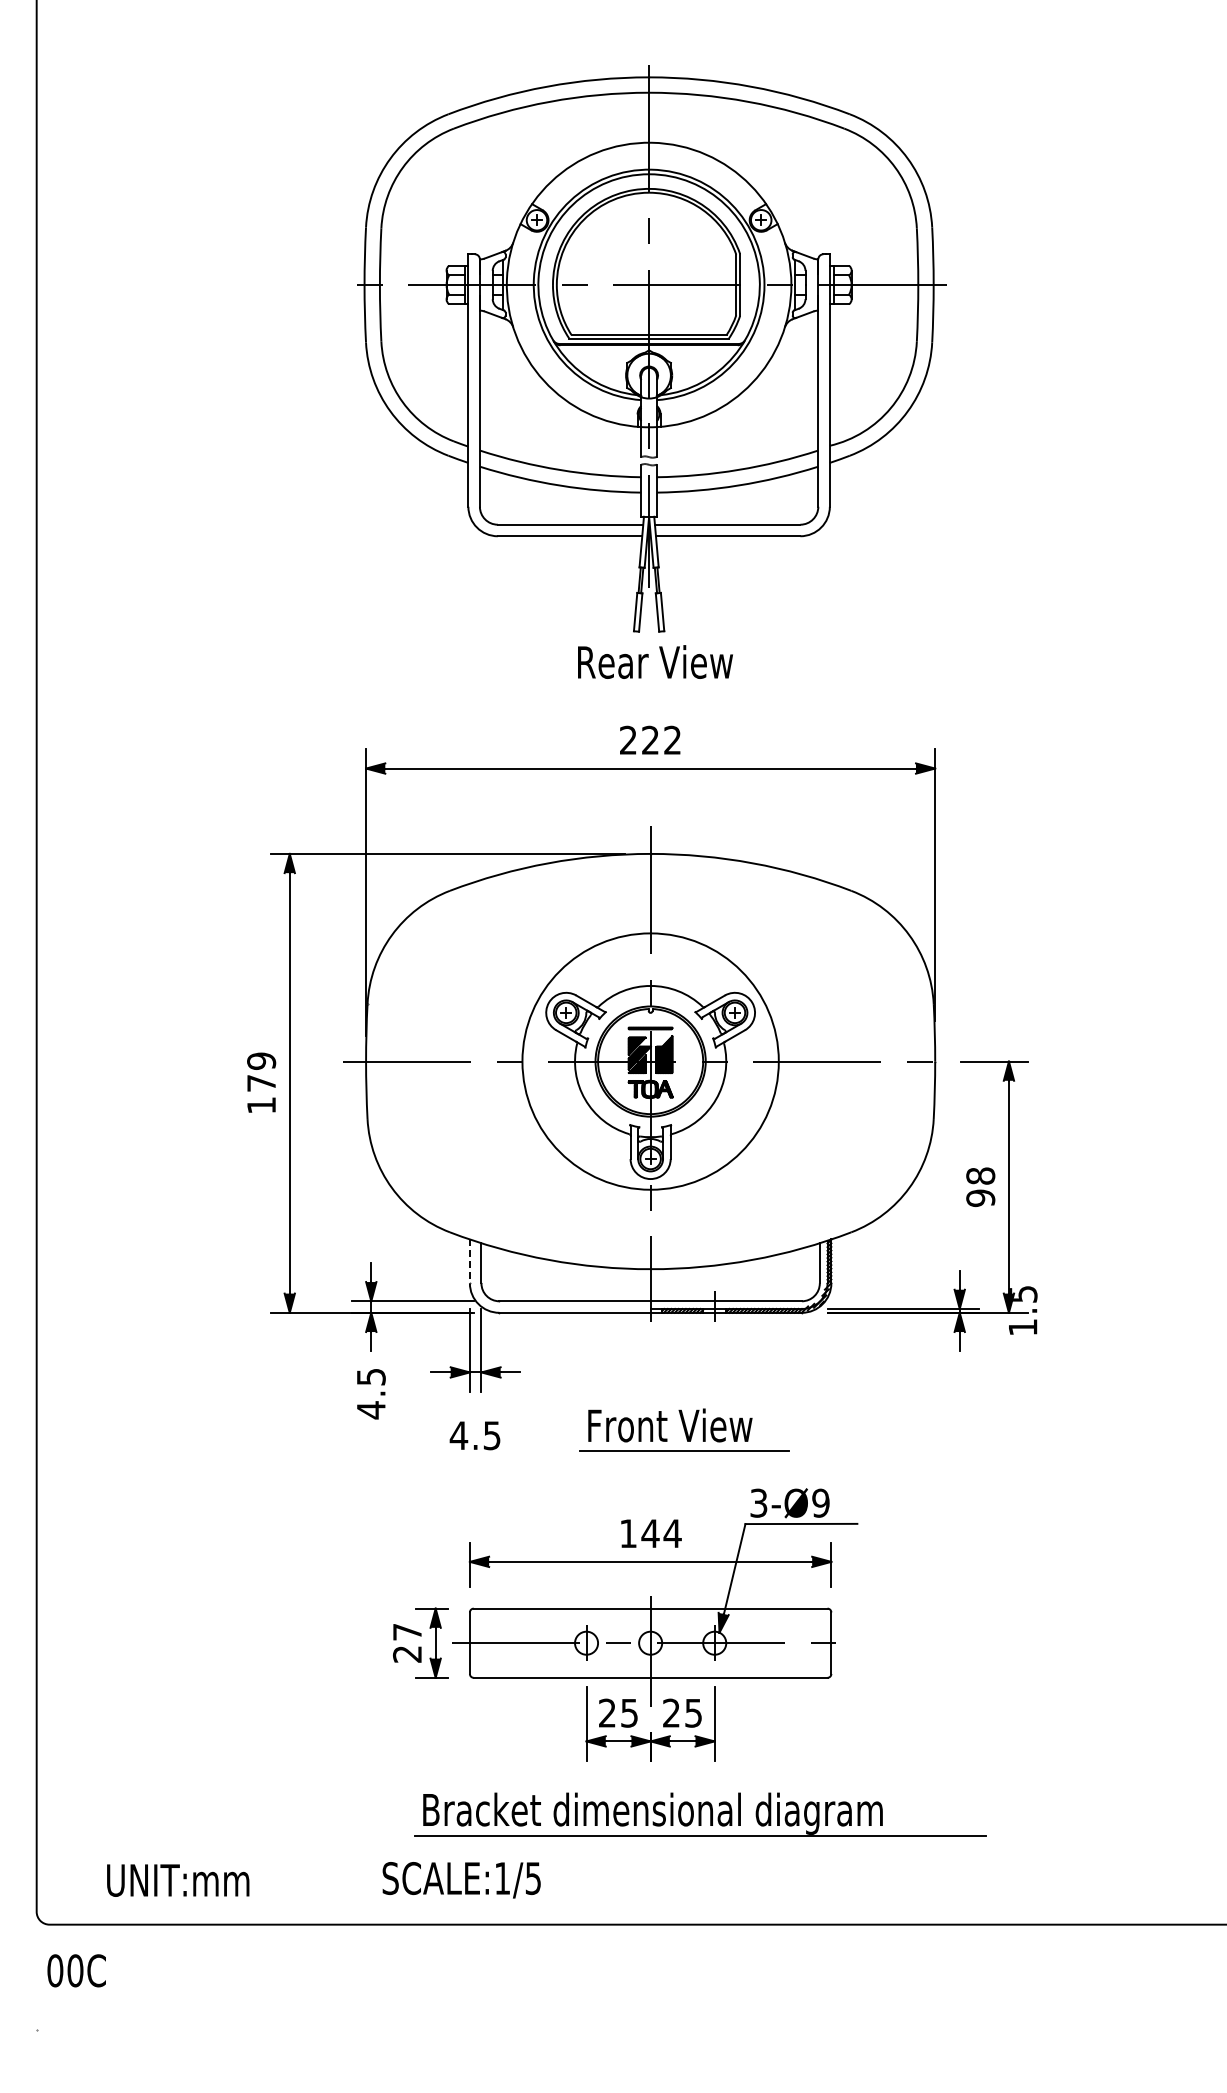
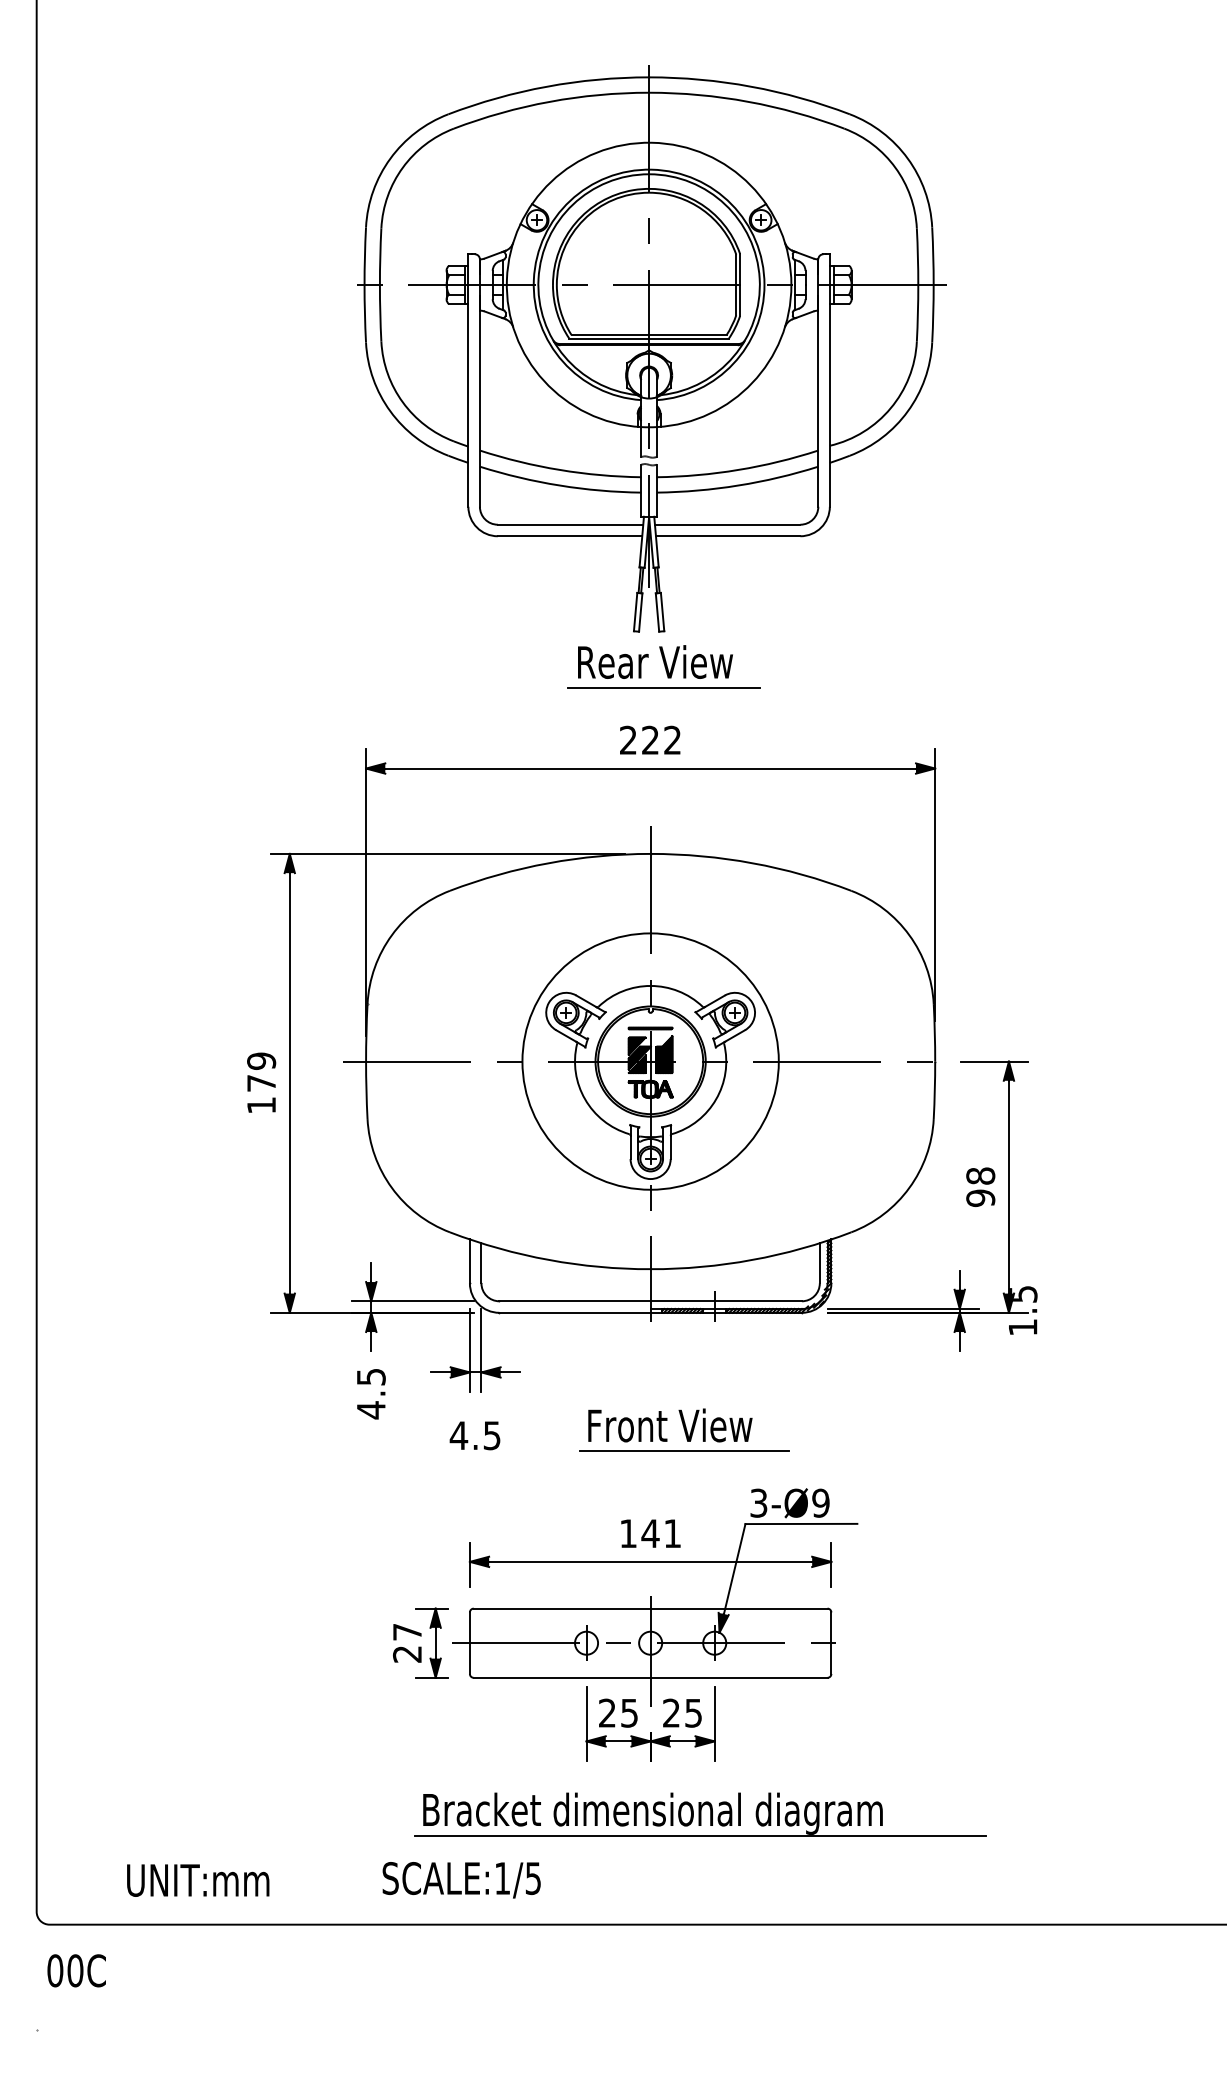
line at (663, 688): none -> present
line at (469, 1261): dashed -> solid
text at (672, 1533): 144 -> 141
text at (178, 1880) position: (178, 1880) -> (198, 1880)
